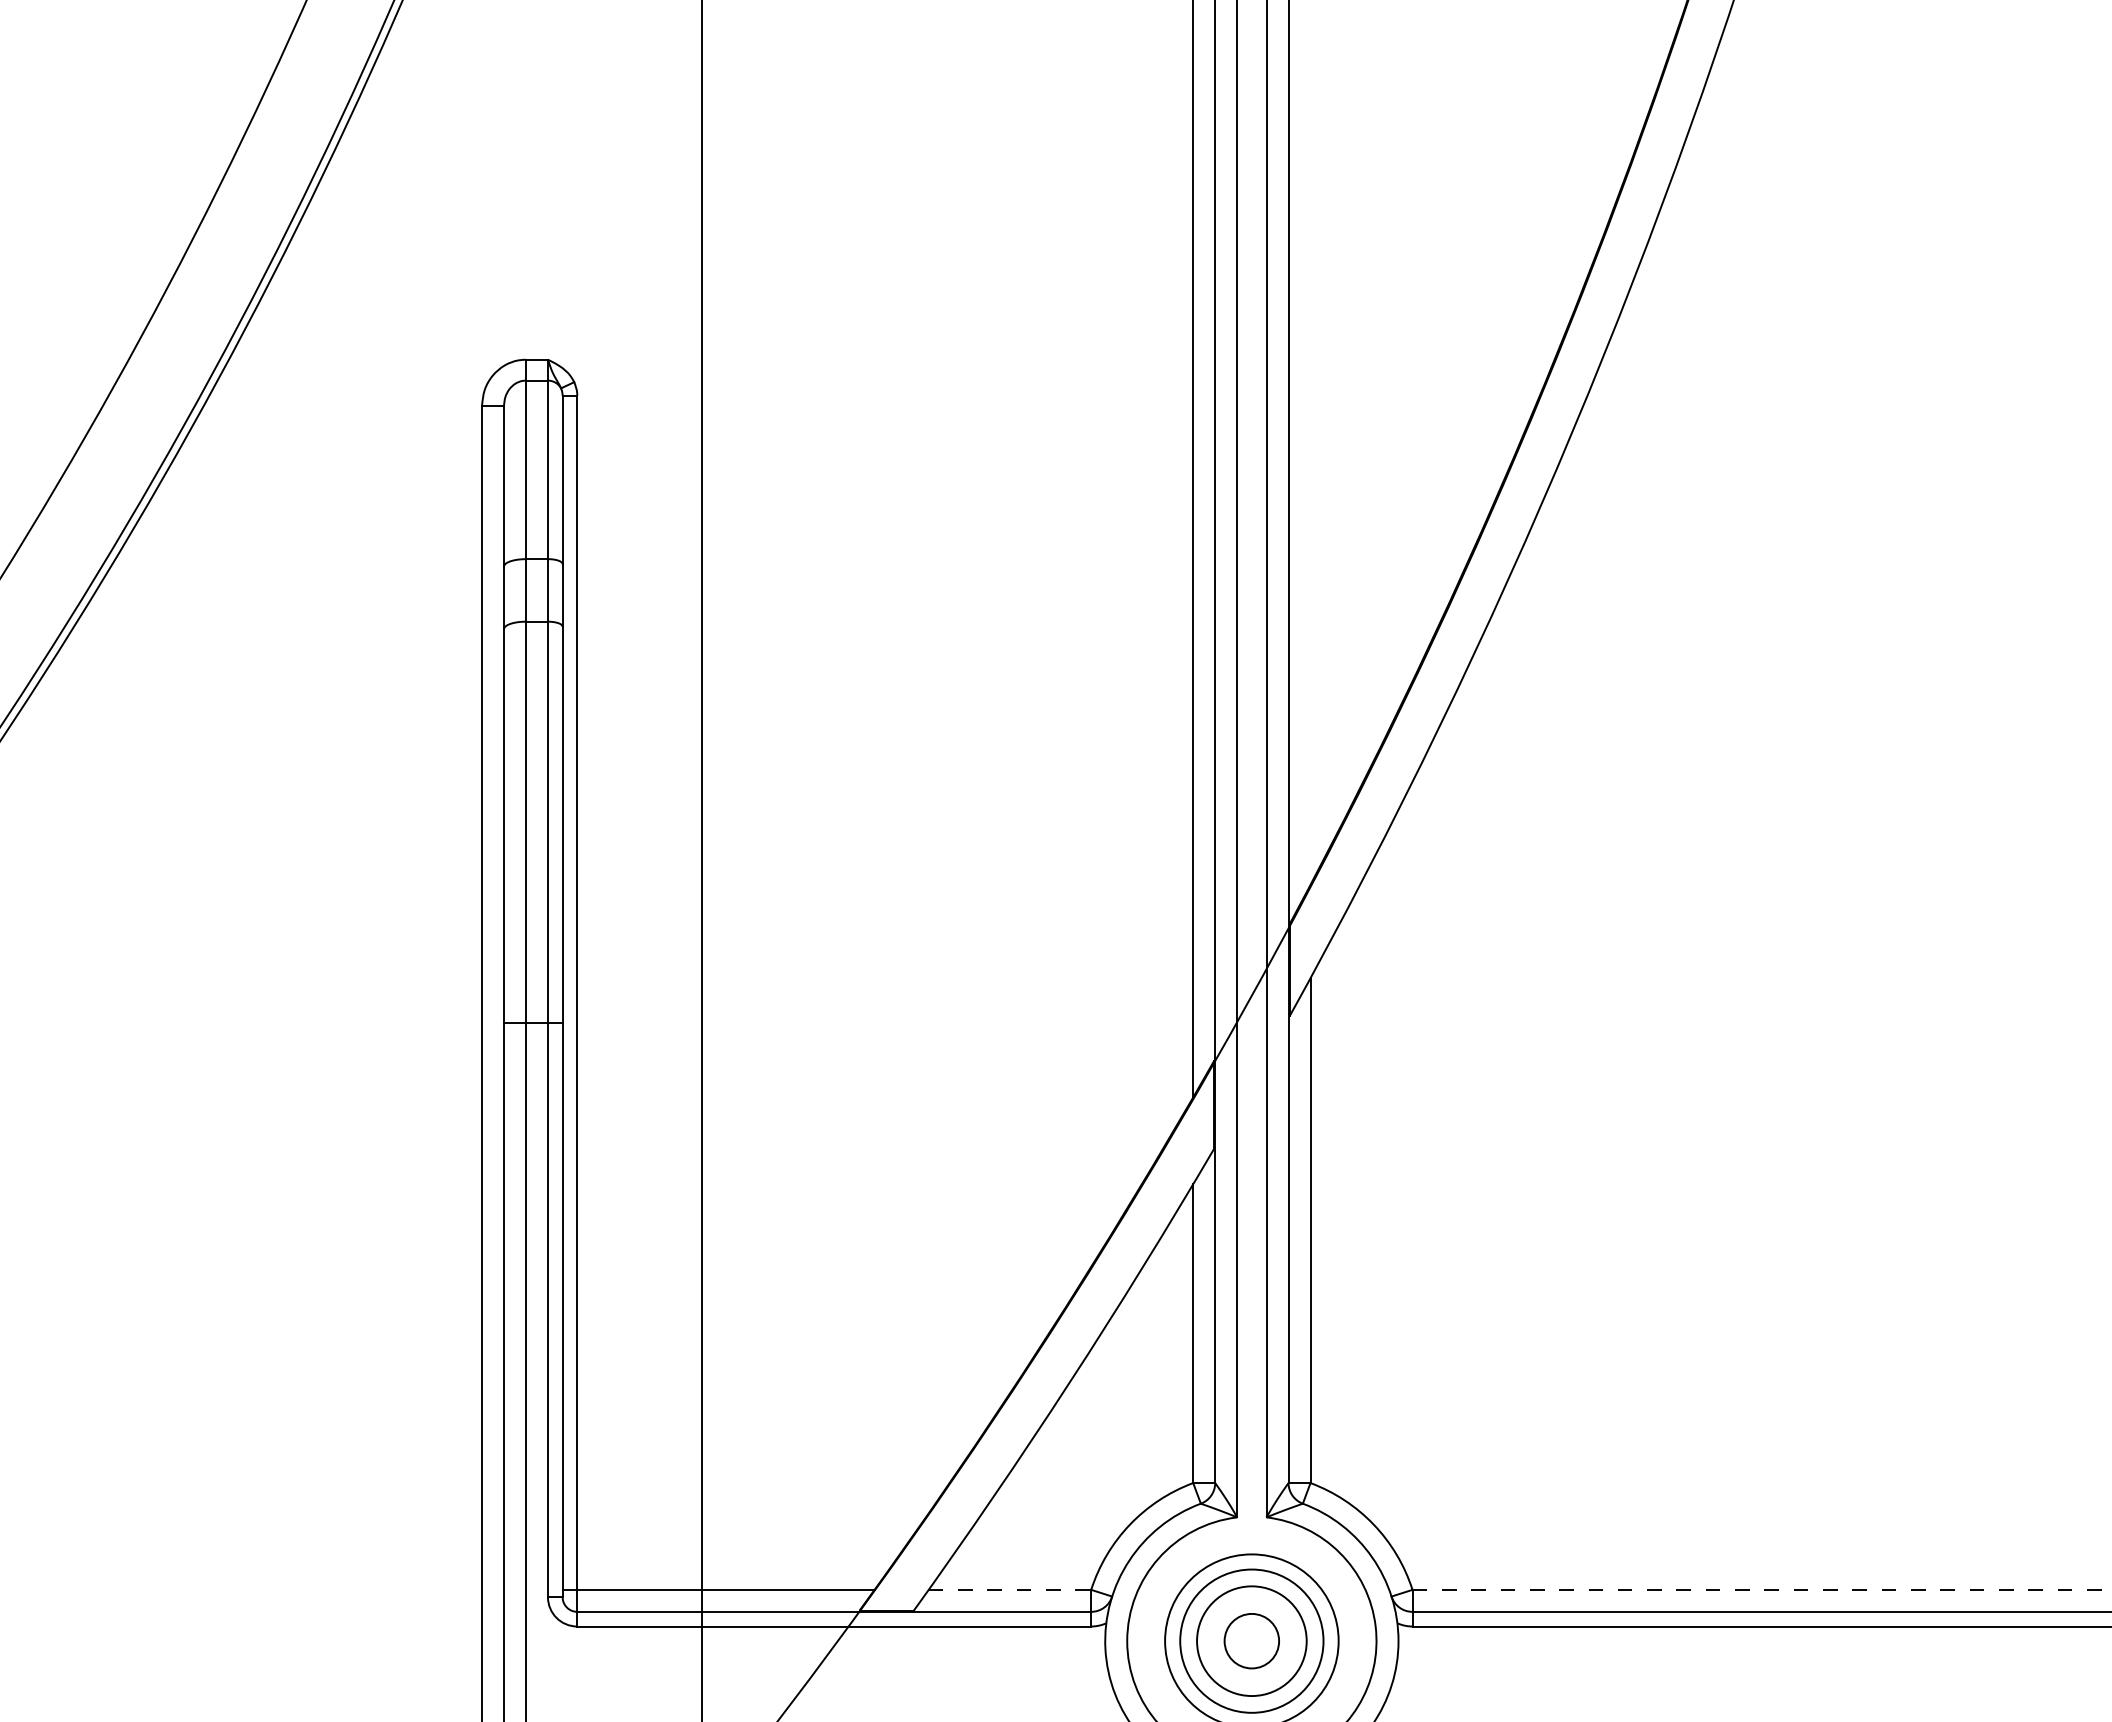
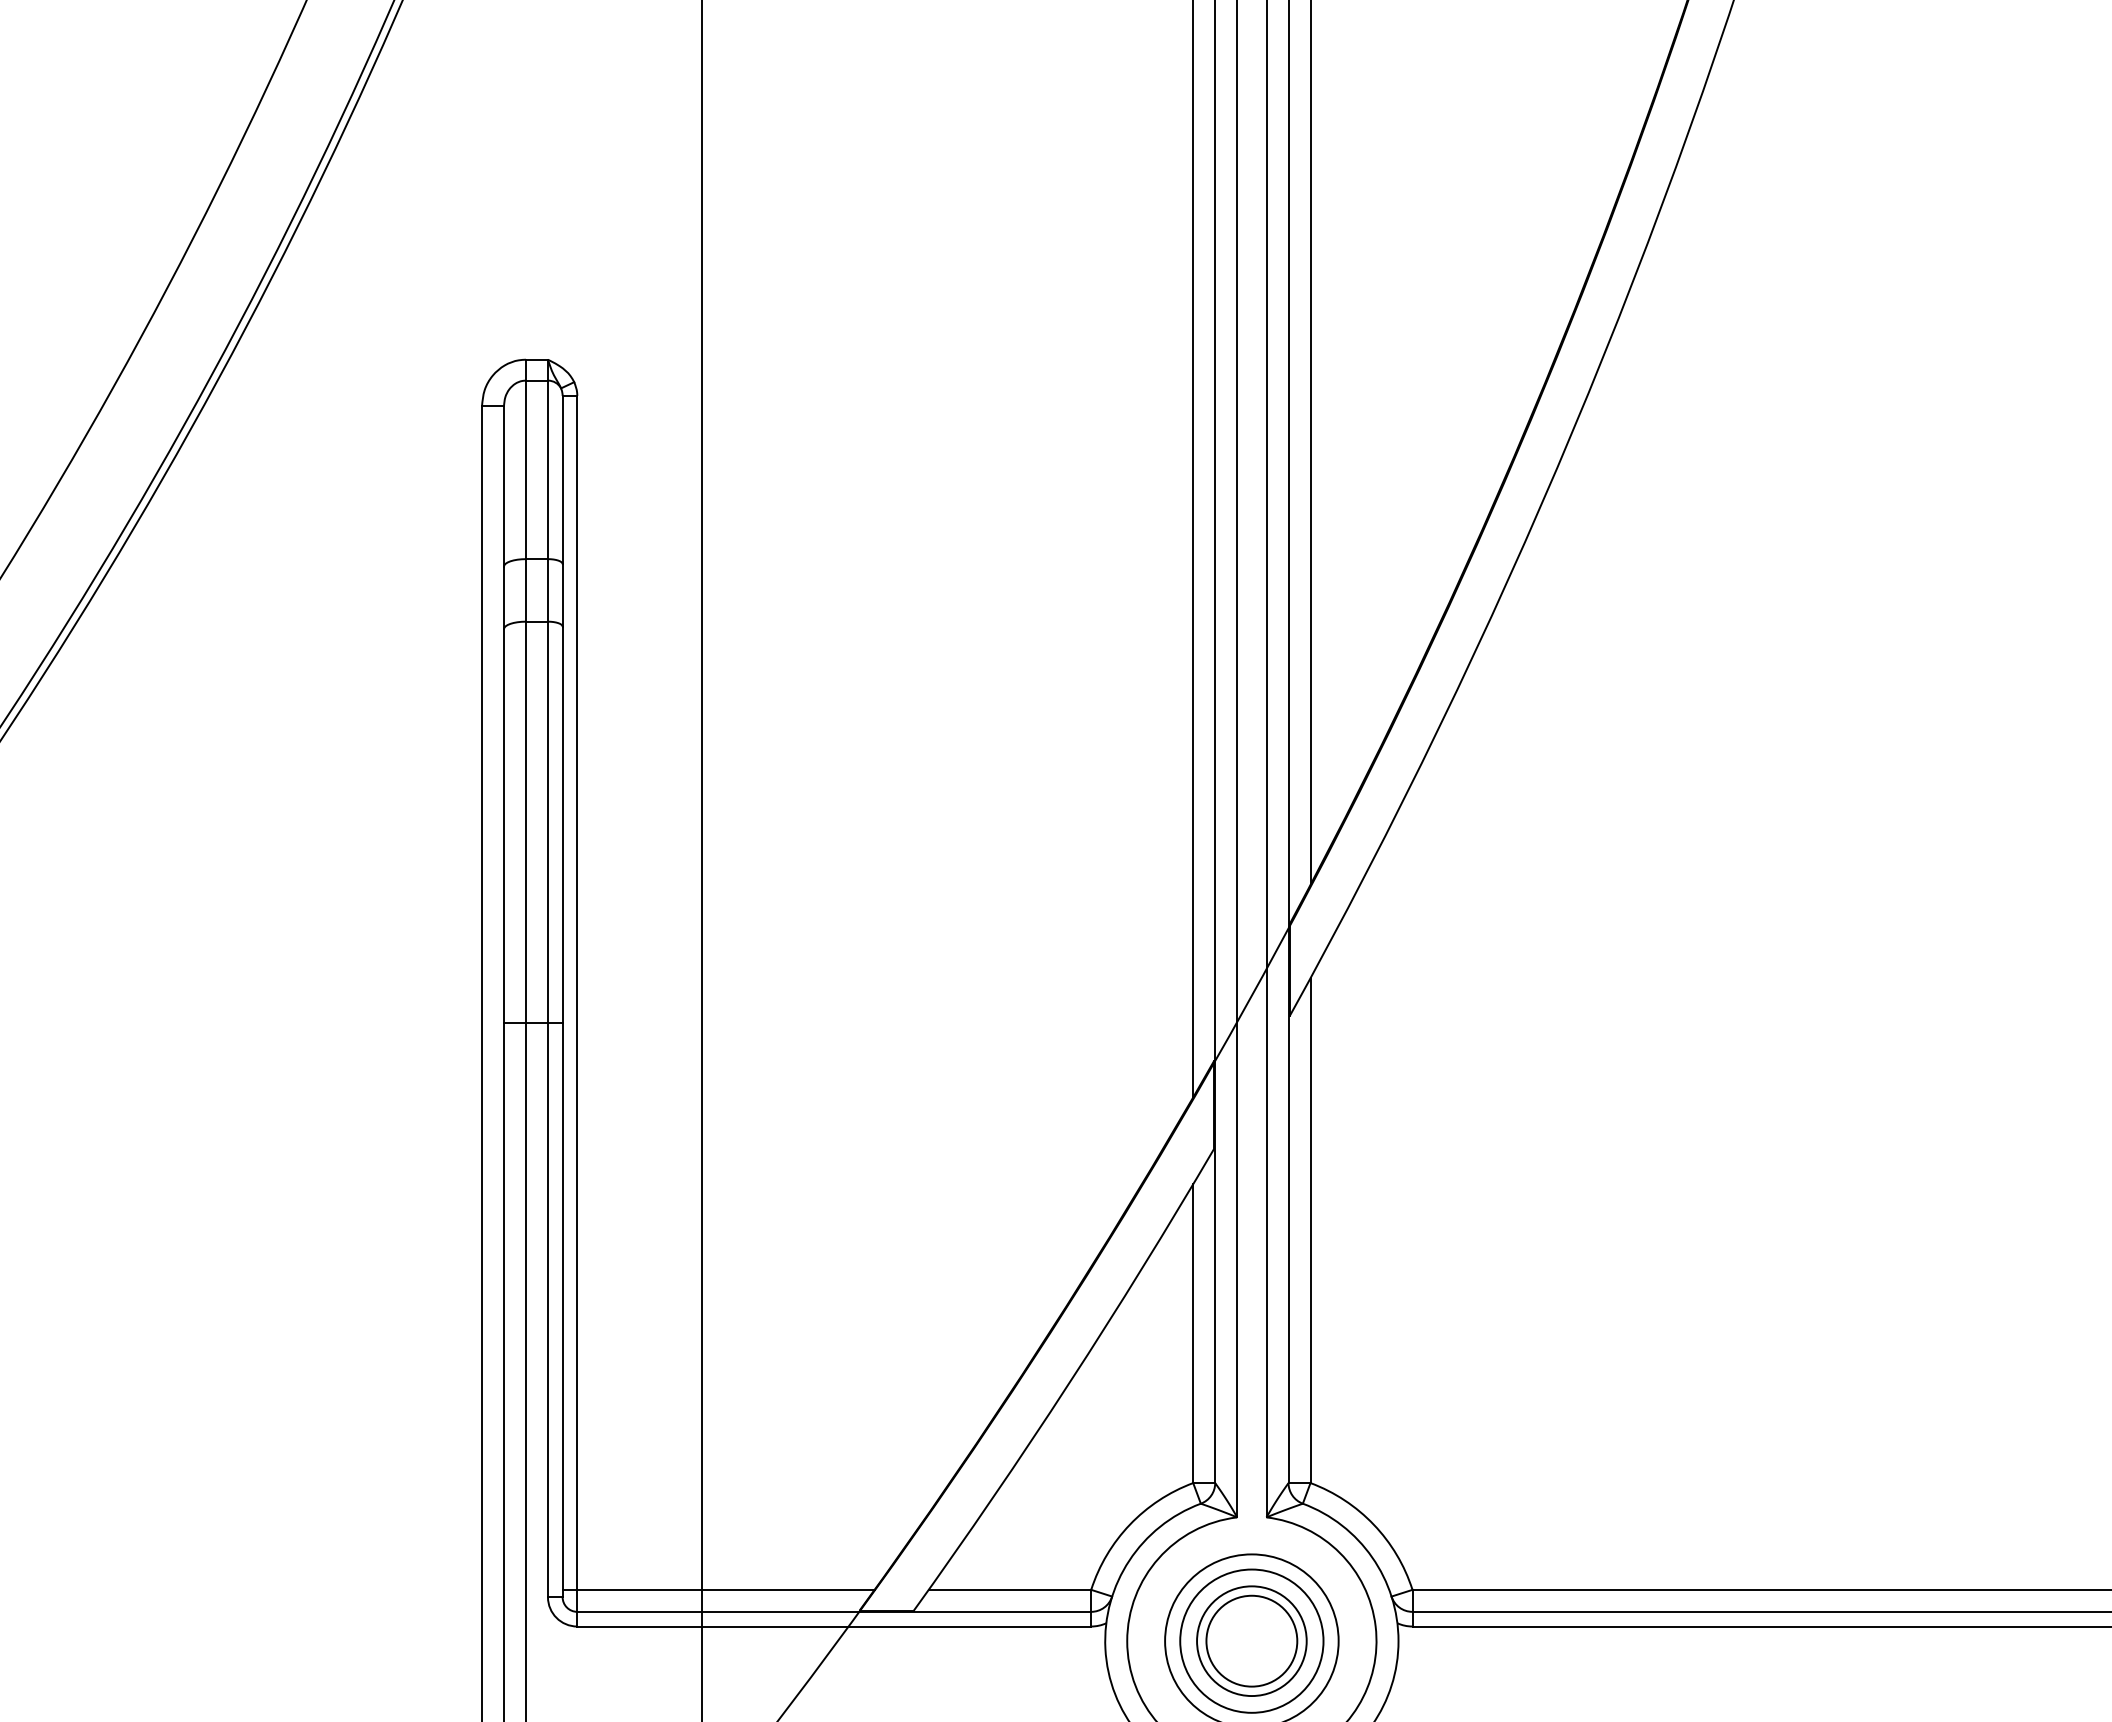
line at (1310, 443): none -> present
line at (1010, 1589): dashed -> solid
line at (1762, 1589): dashed -> solid
circle at (1251, 1640) diameter: 55 px -> 91 px
